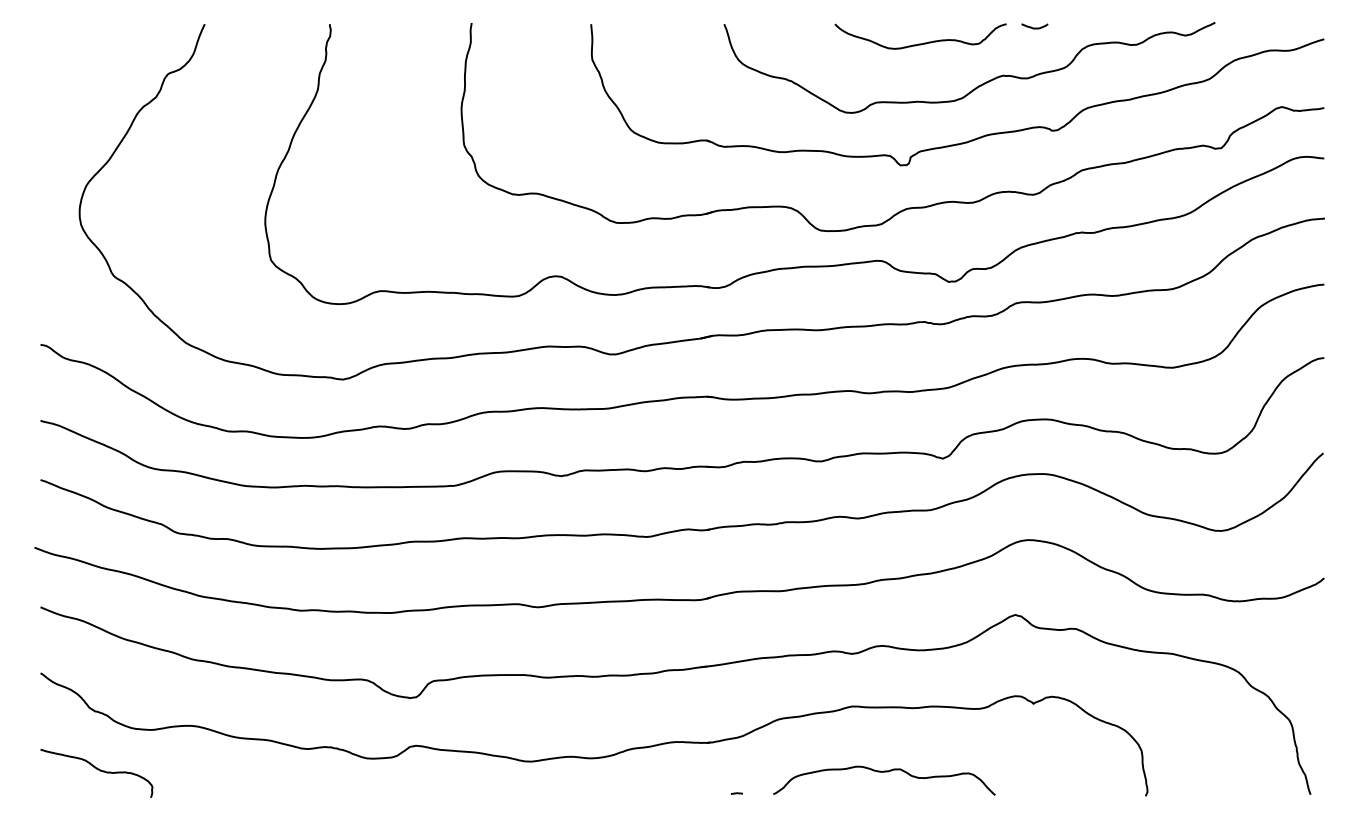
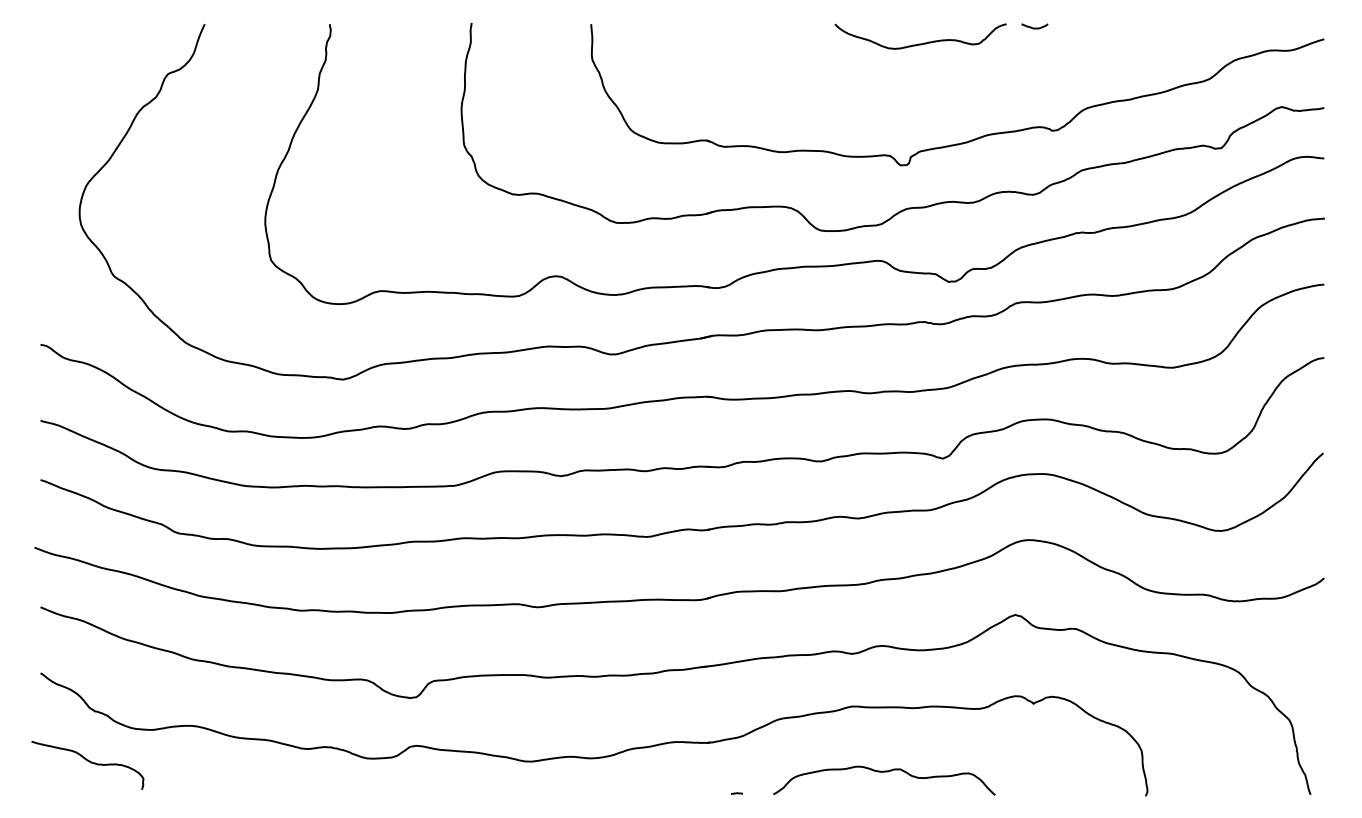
curve at (978, 85): present -> none
curve at (98, 770) position: (98, 770) -> (89, 762)
